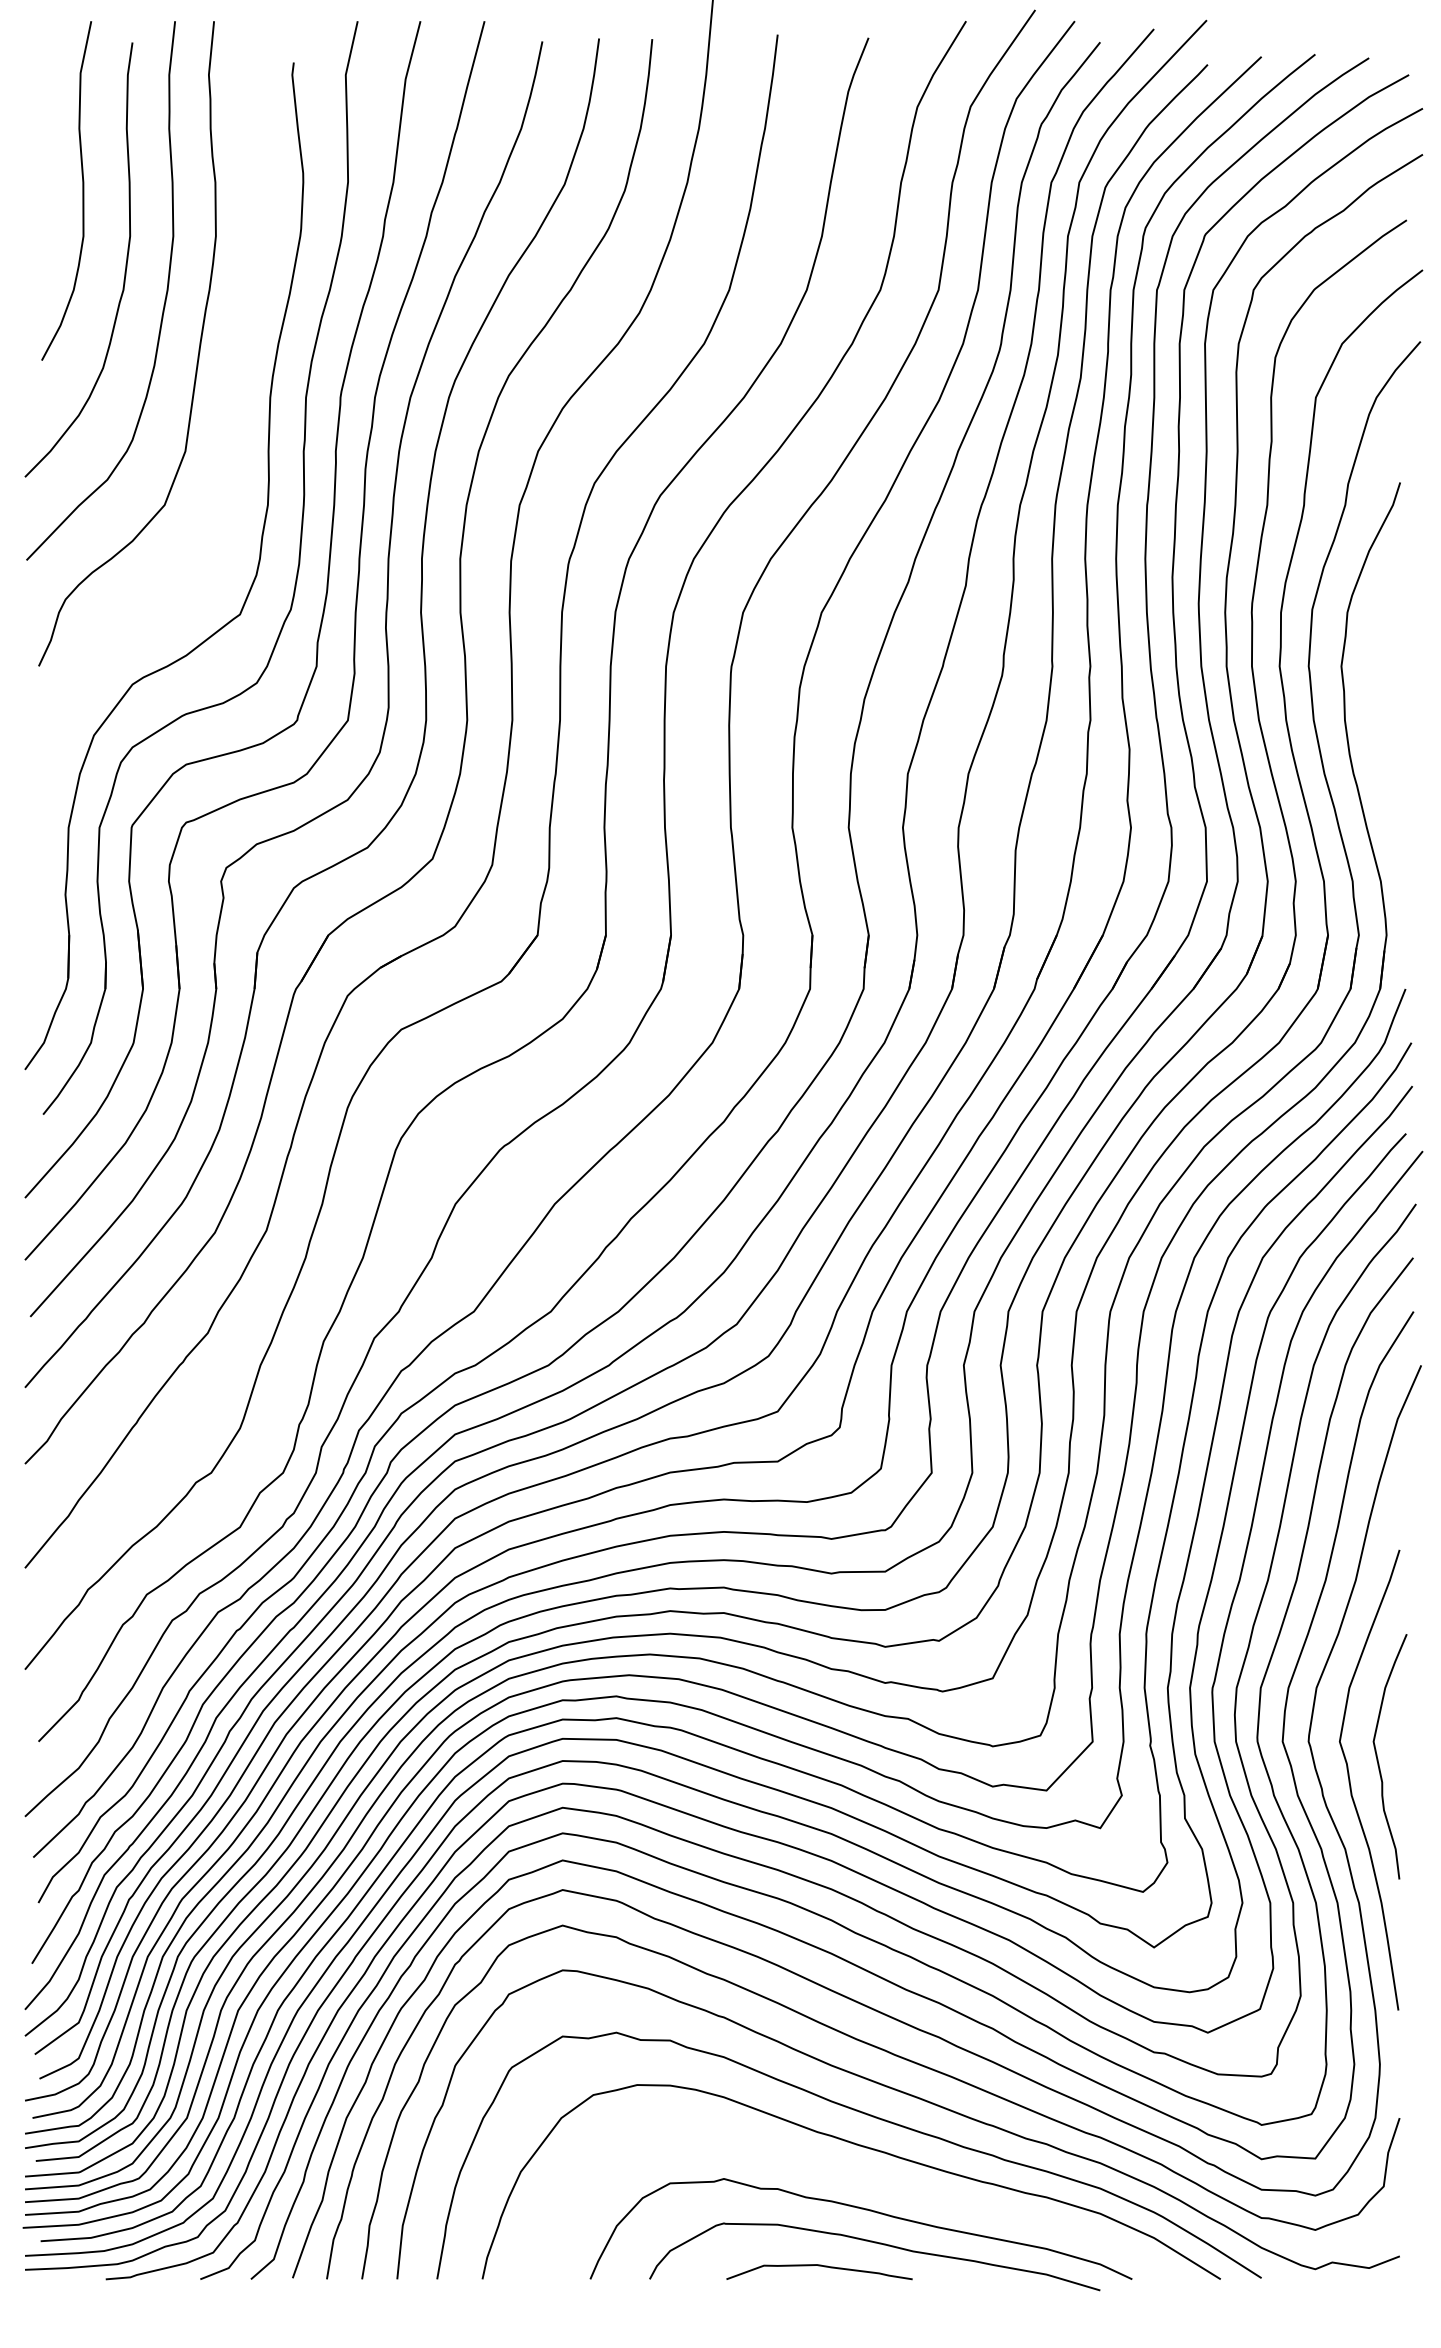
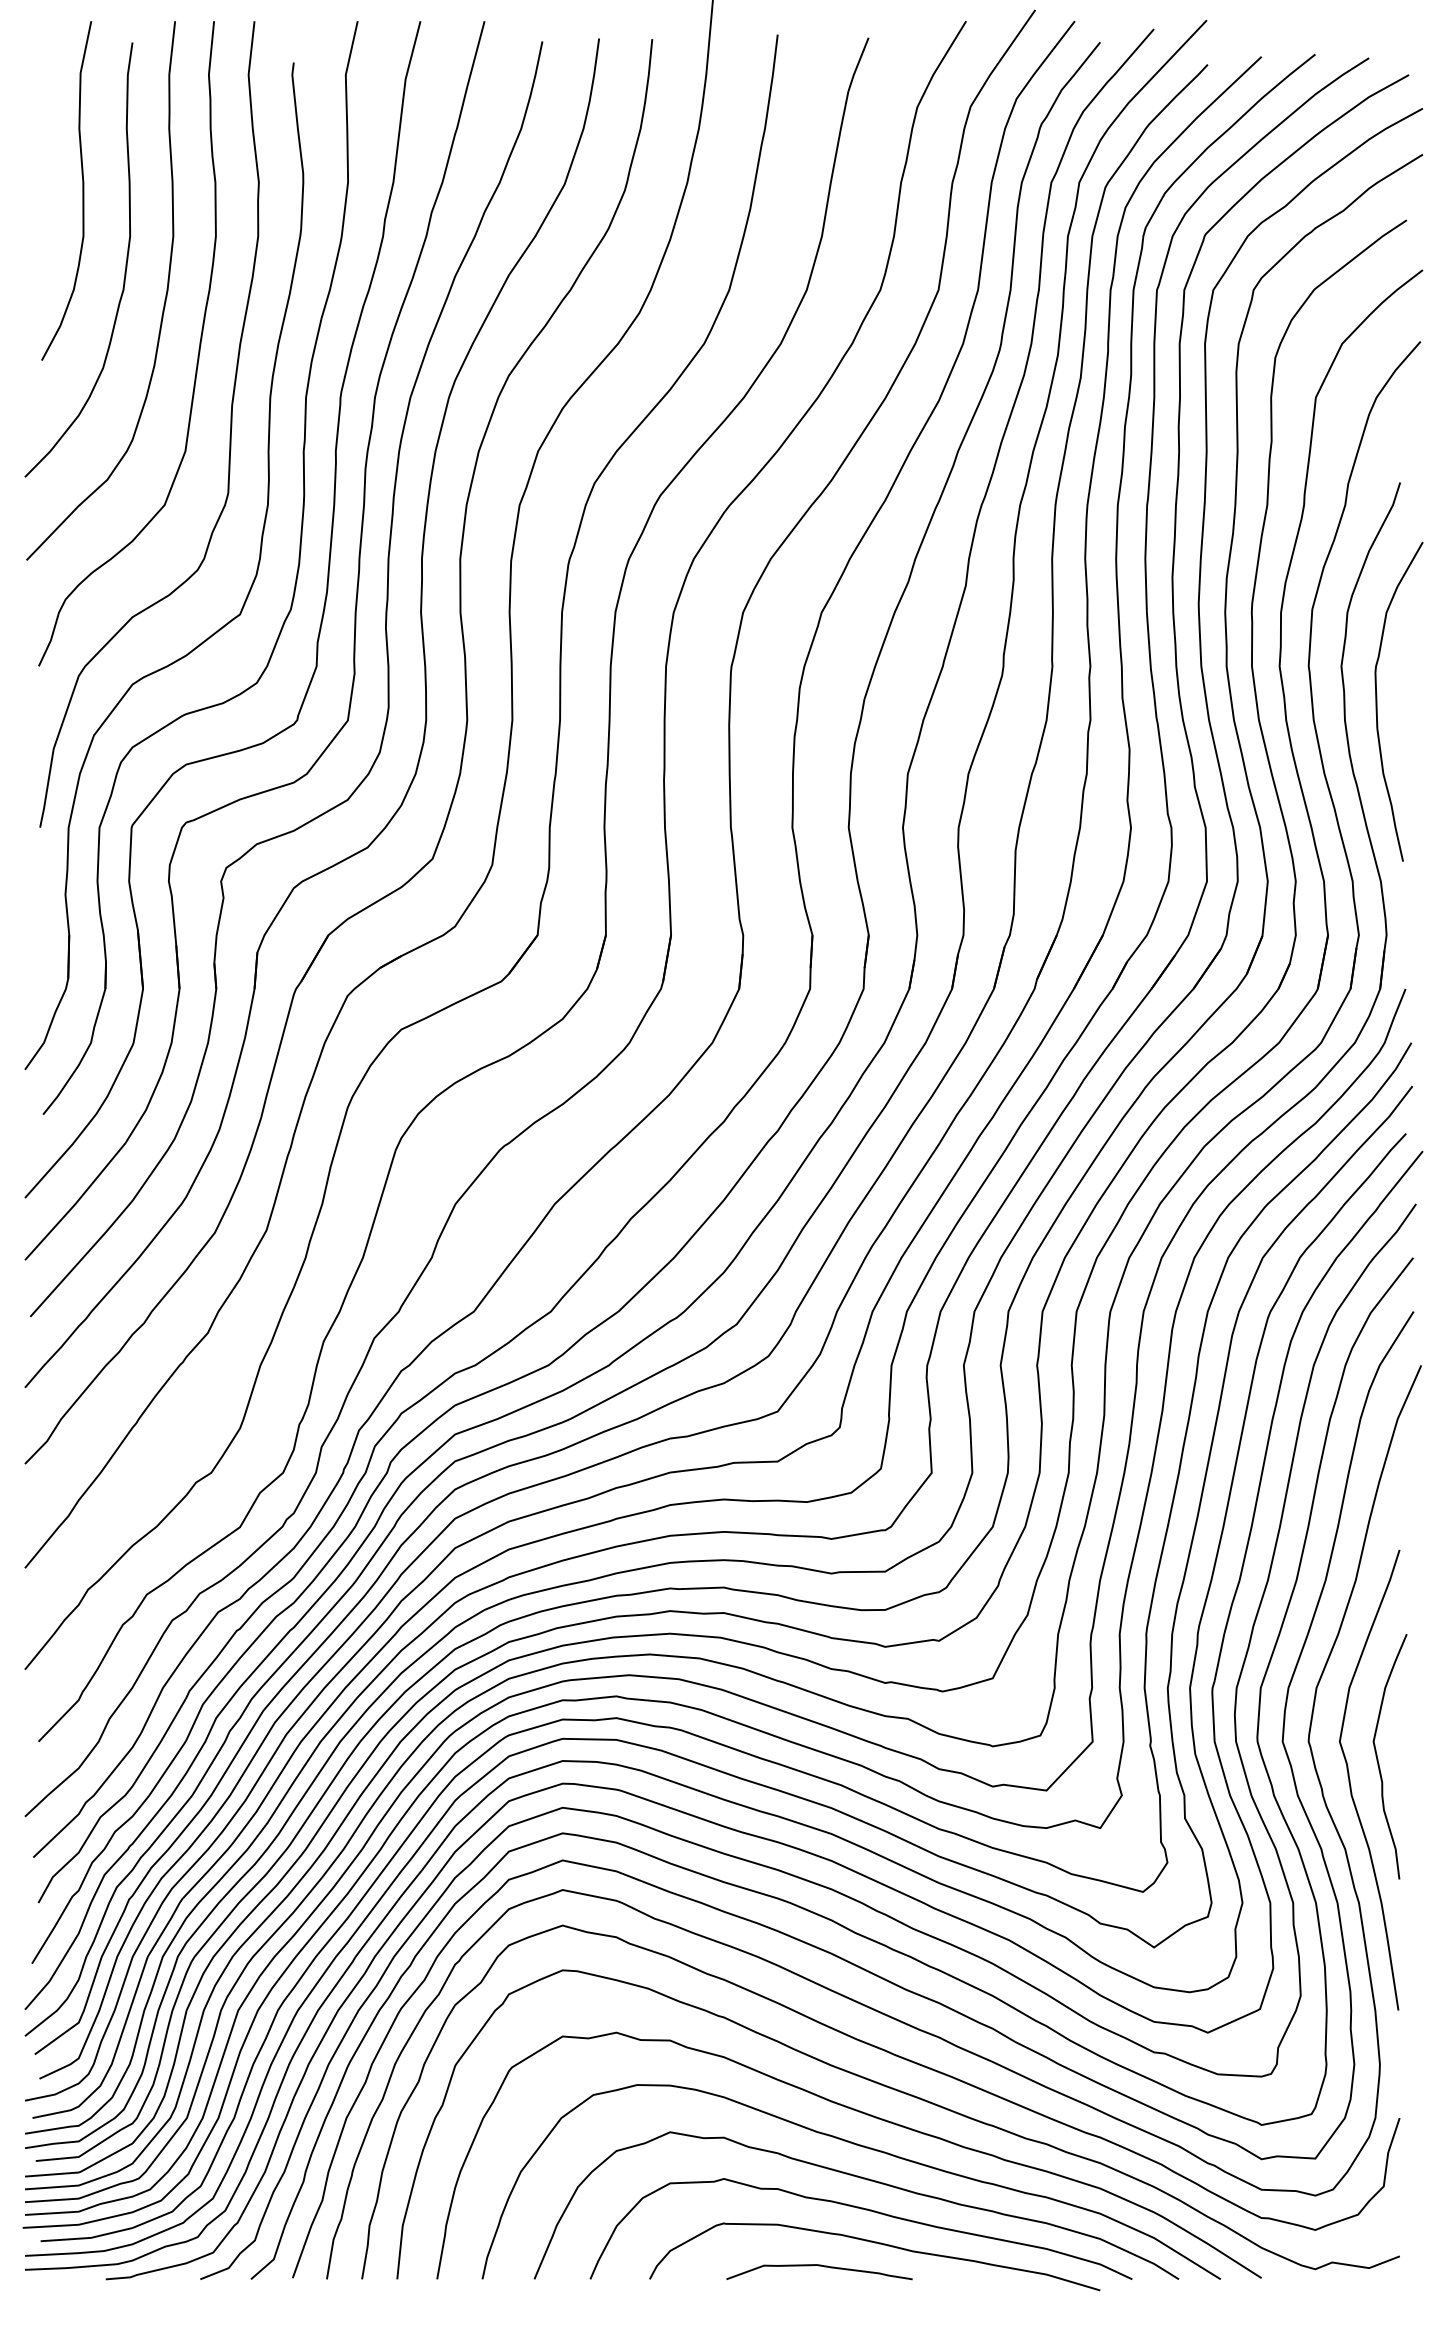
curve at (229, 435): none -> present
curve at (1377, 701): none -> present
curve at (863, 2179): none -> present
